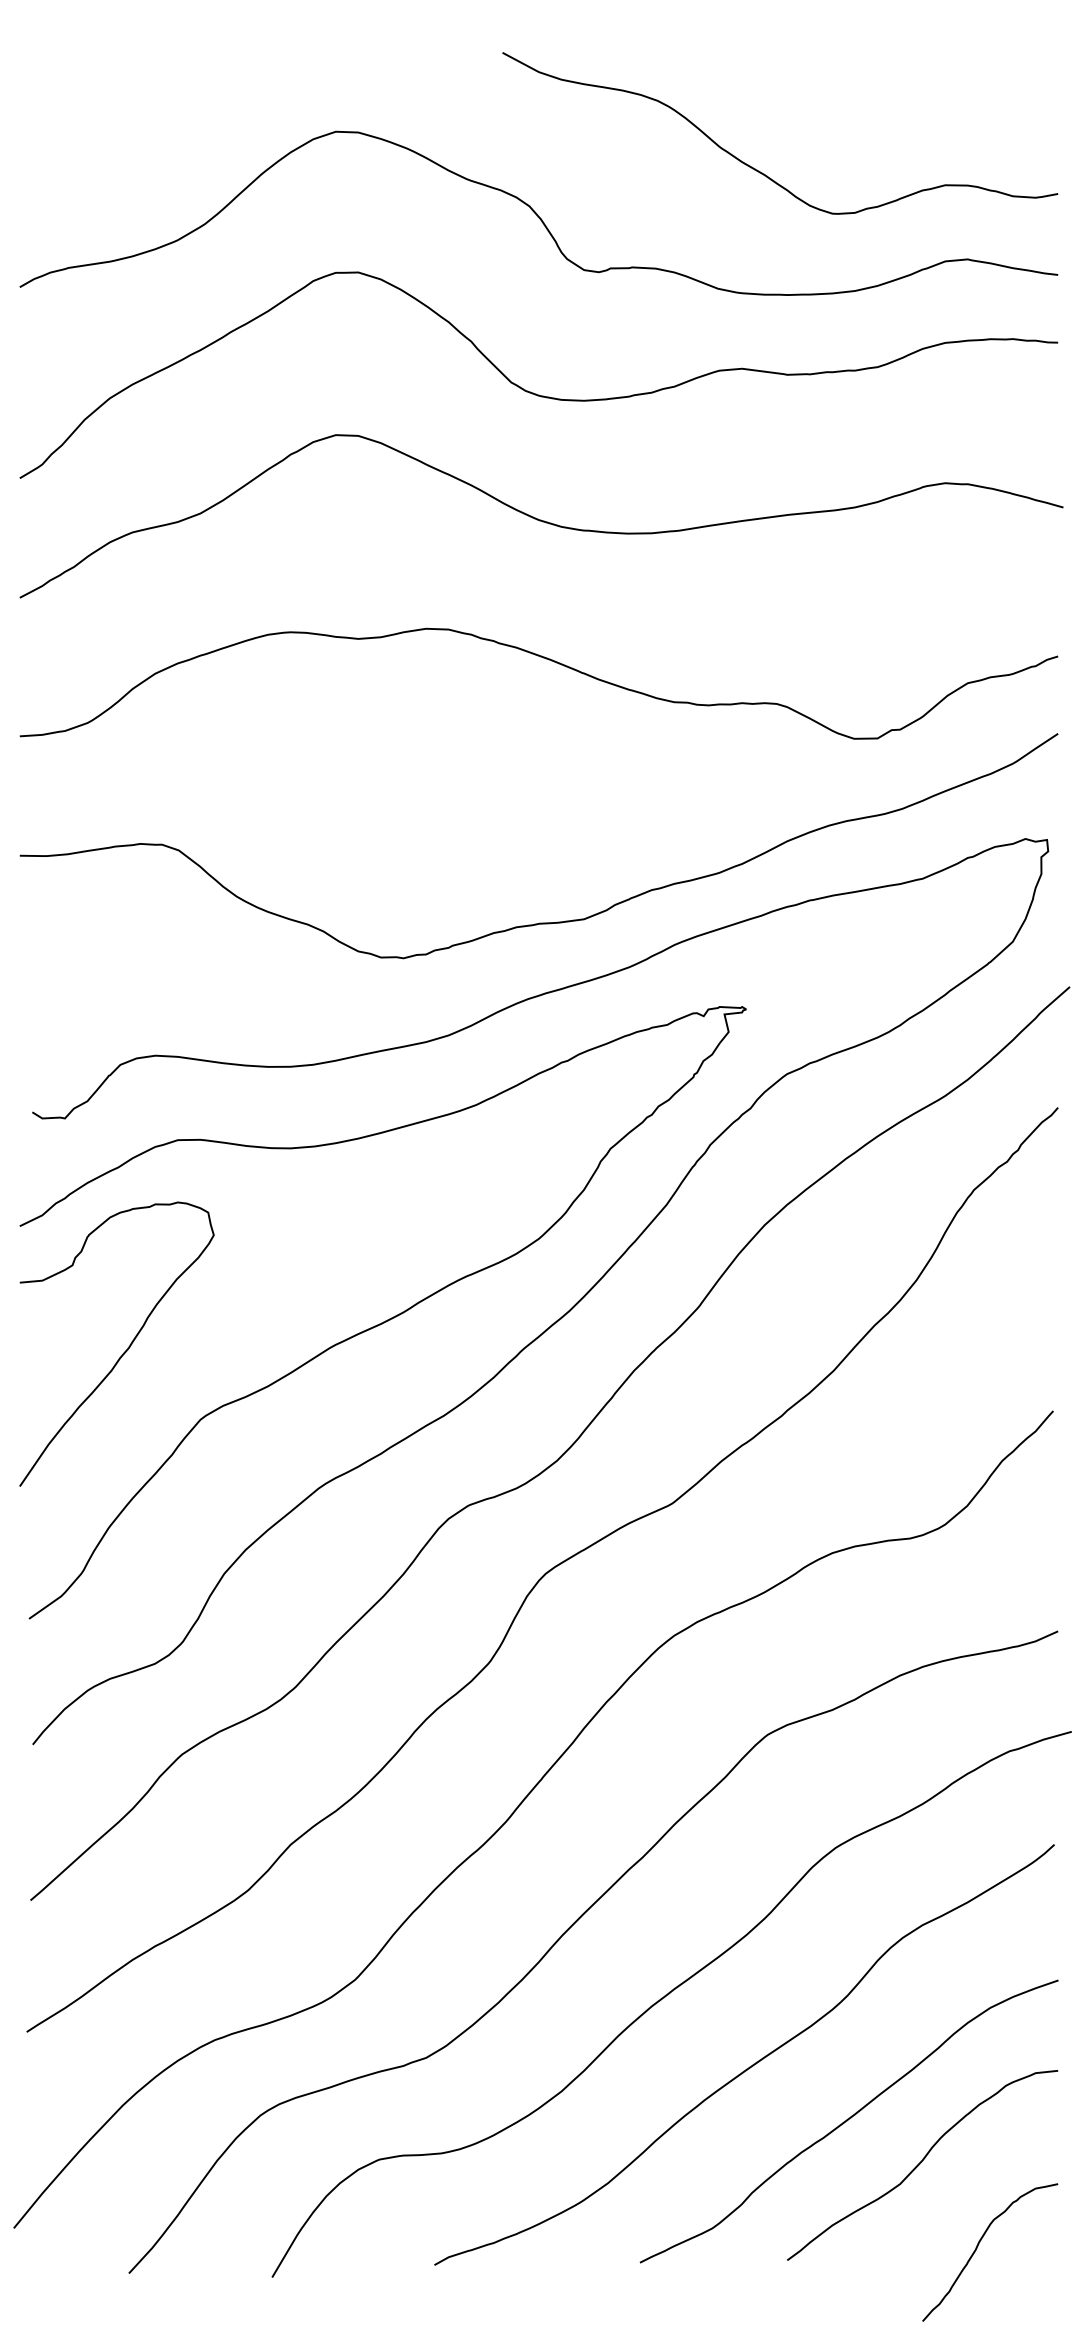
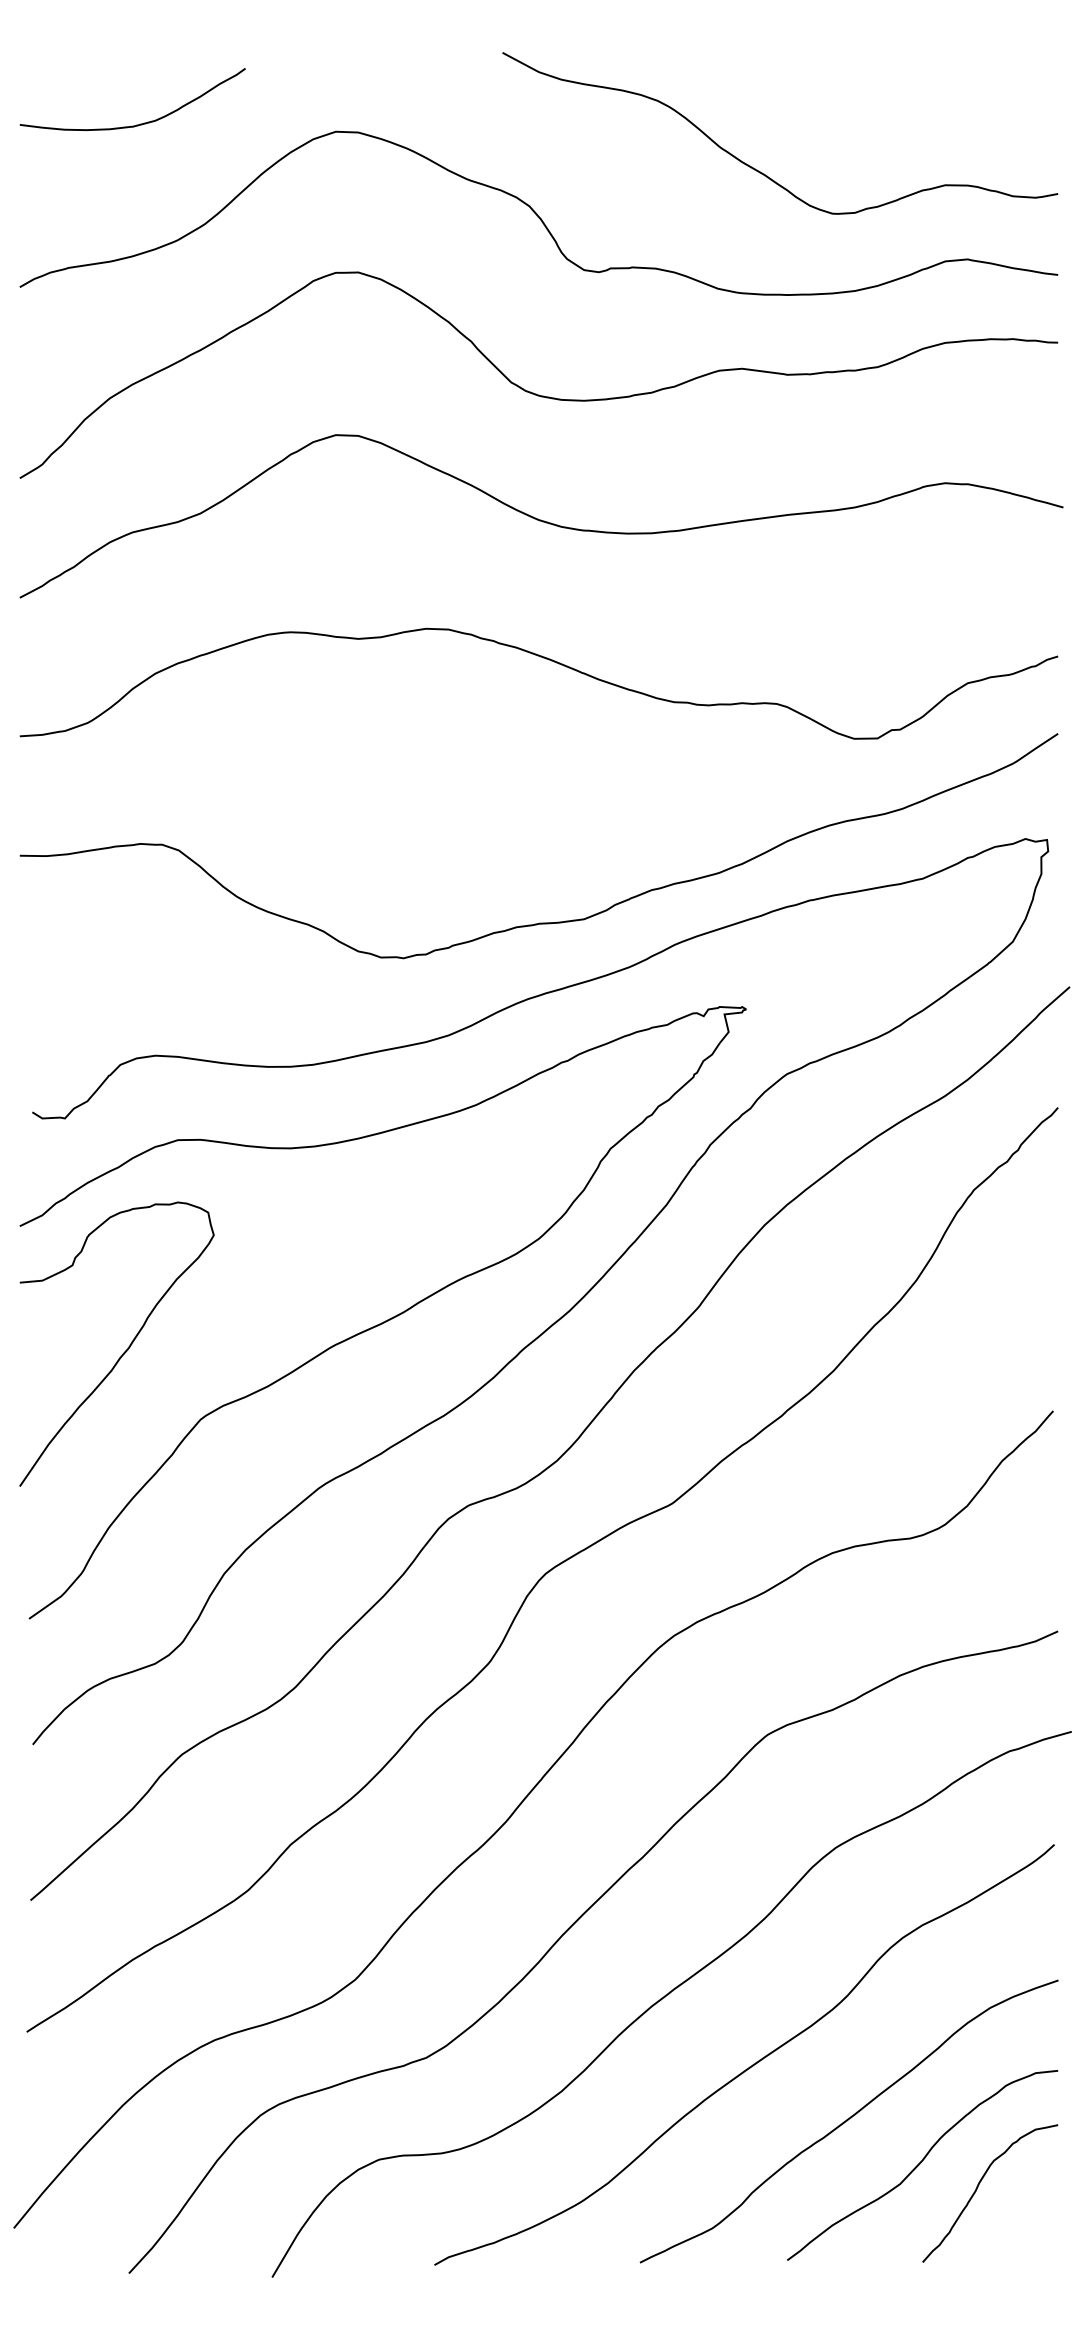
curve at (140, 123): none -> present
curve at (978, 2246) position: (978, 2246) -> (978, 2187)
